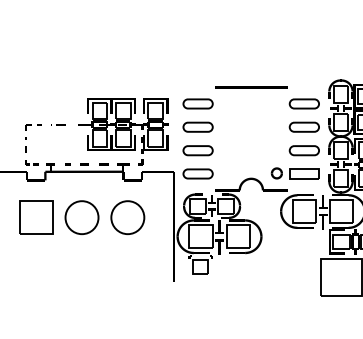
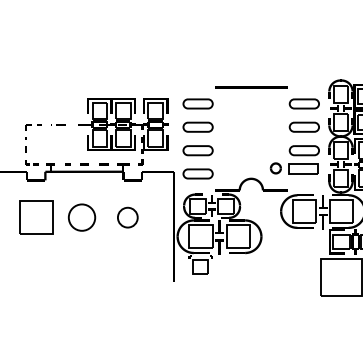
part at (294, 173) position: (294, 173) -> (293, 168)
circle at (81, 217) size: 36x35 px -> 29x29 px
circle at (127, 217) diameter: 33 px -> 20 px
